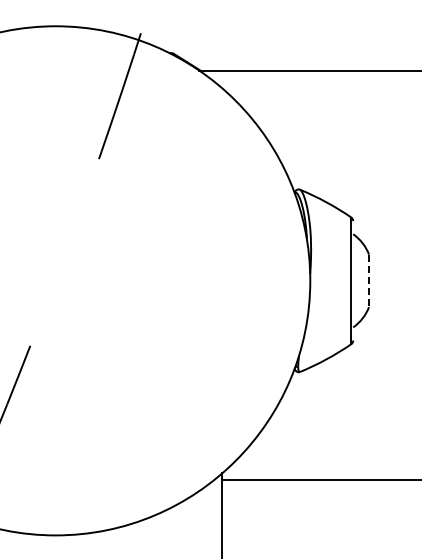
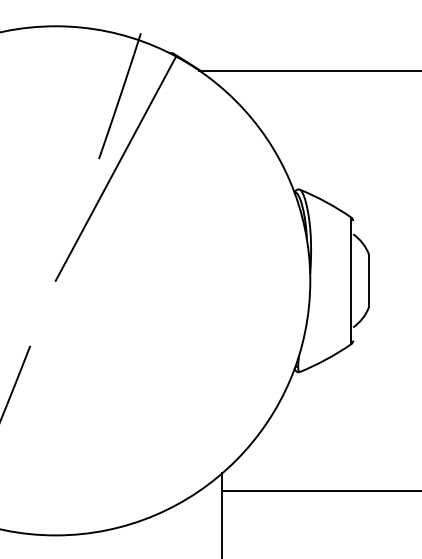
line at (115, 168): none -> present
line at (369, 281): dashed -> solid
line at (320, 480) position: (320, 480) -> (320, 491)
